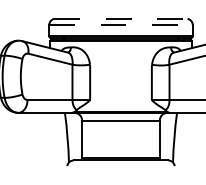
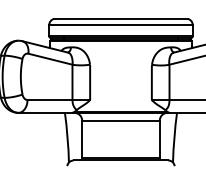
line at (121, 18): dashed -> solid
line at (121, 25): dashed -> solid
